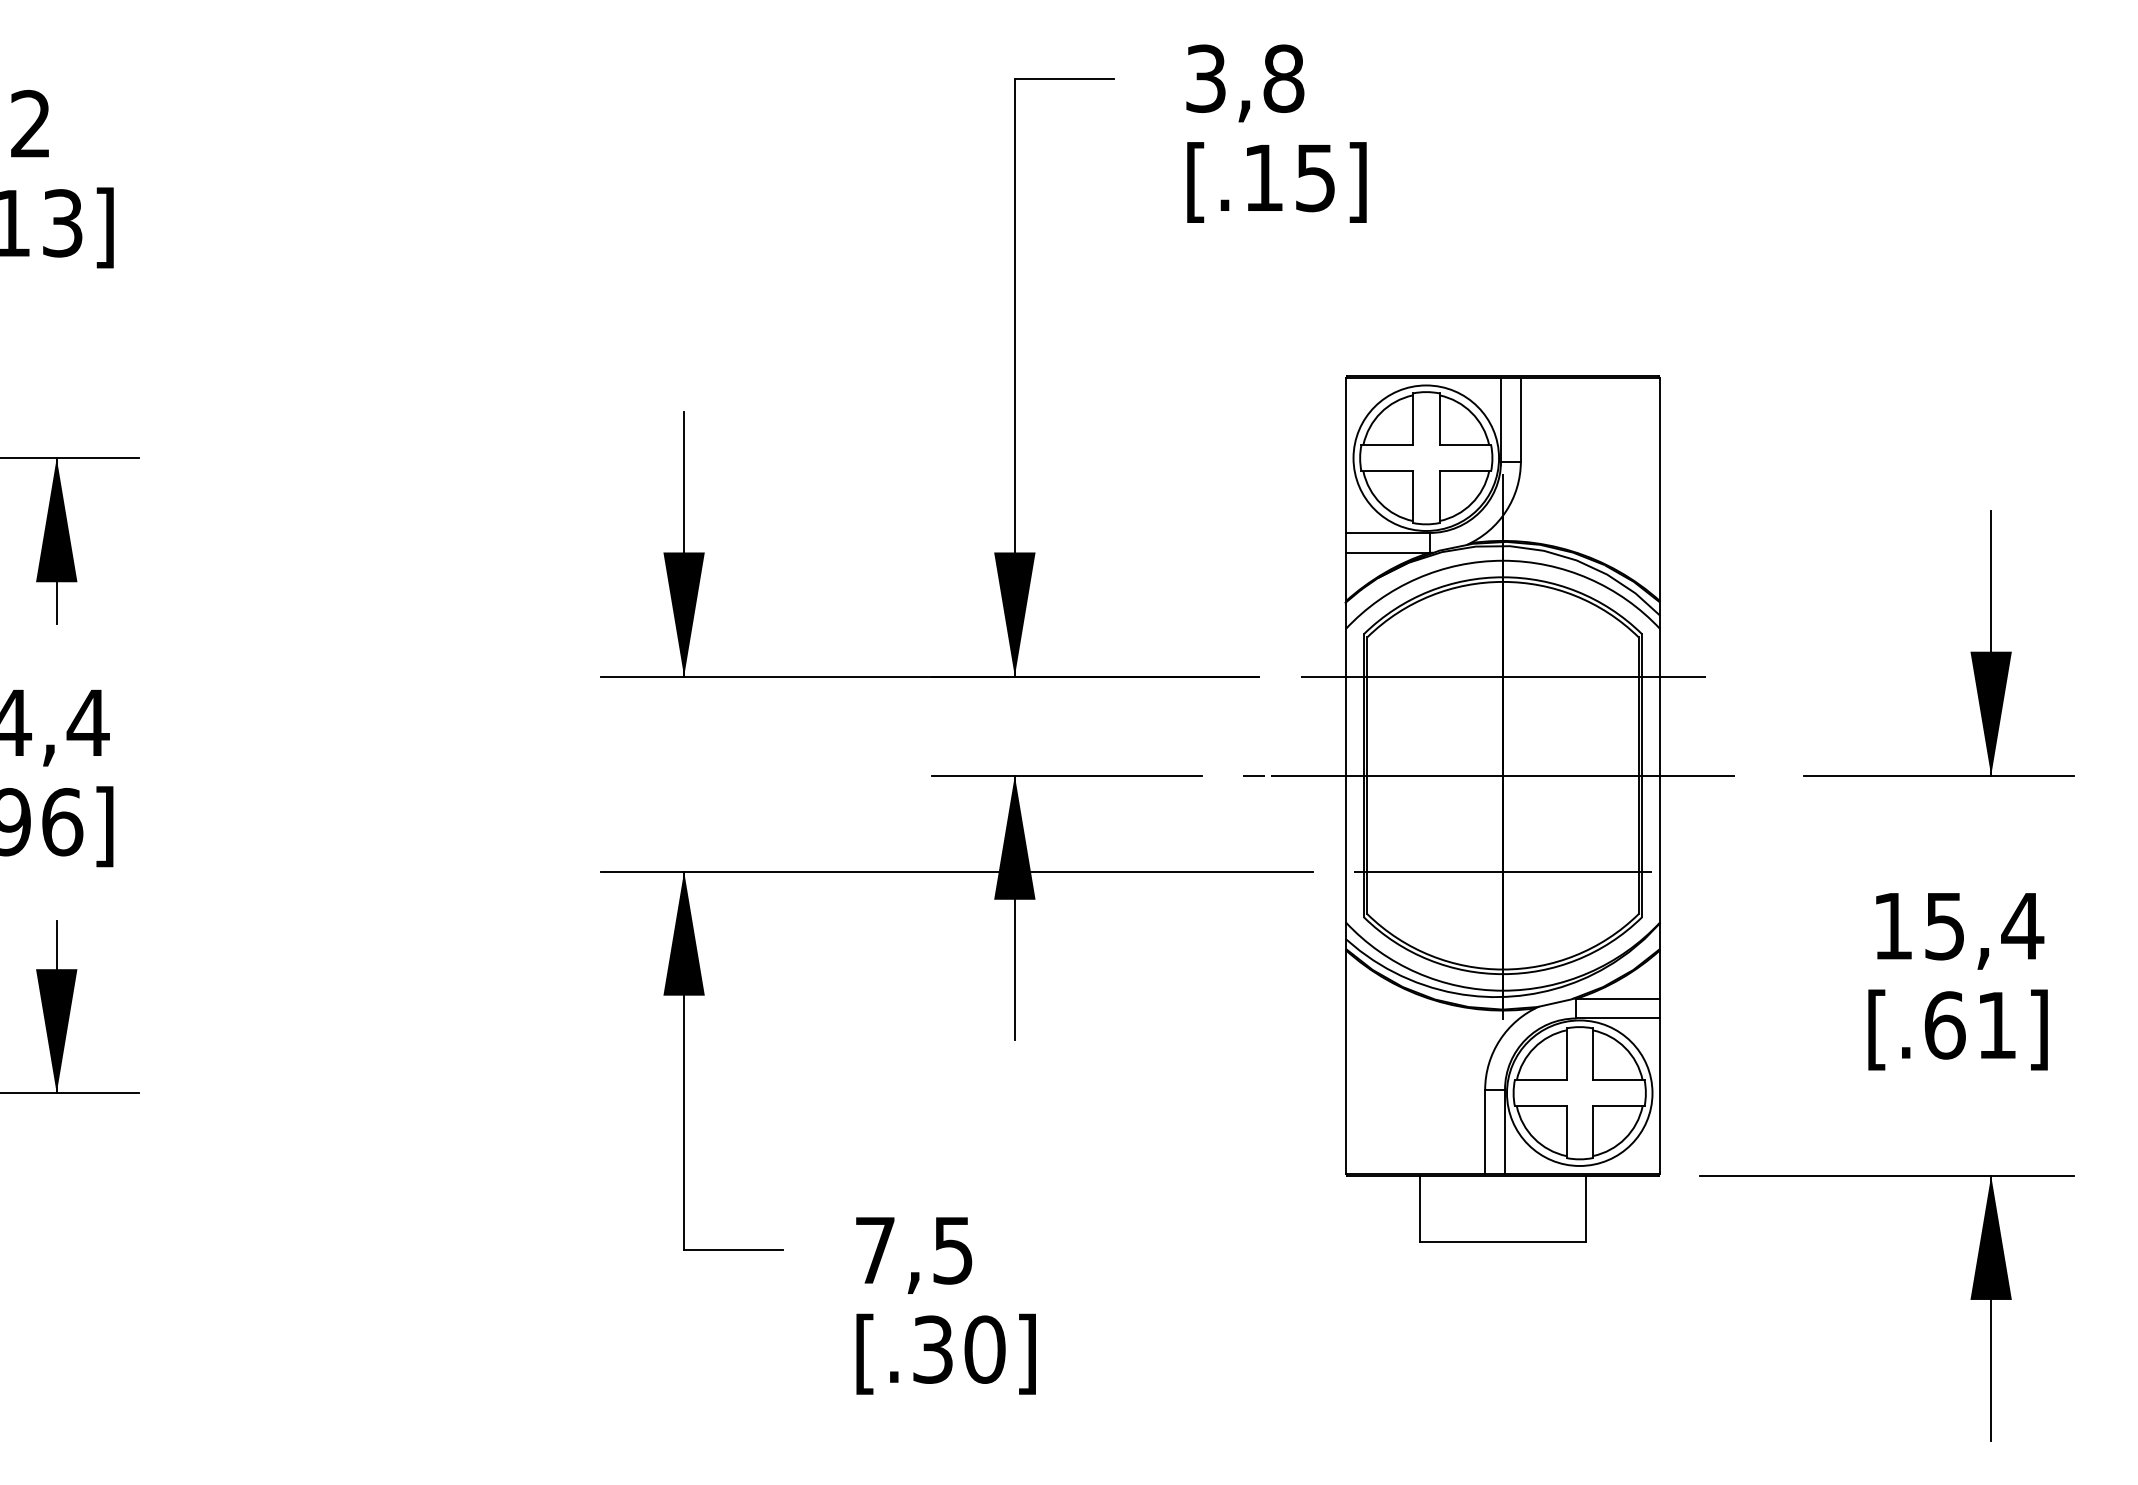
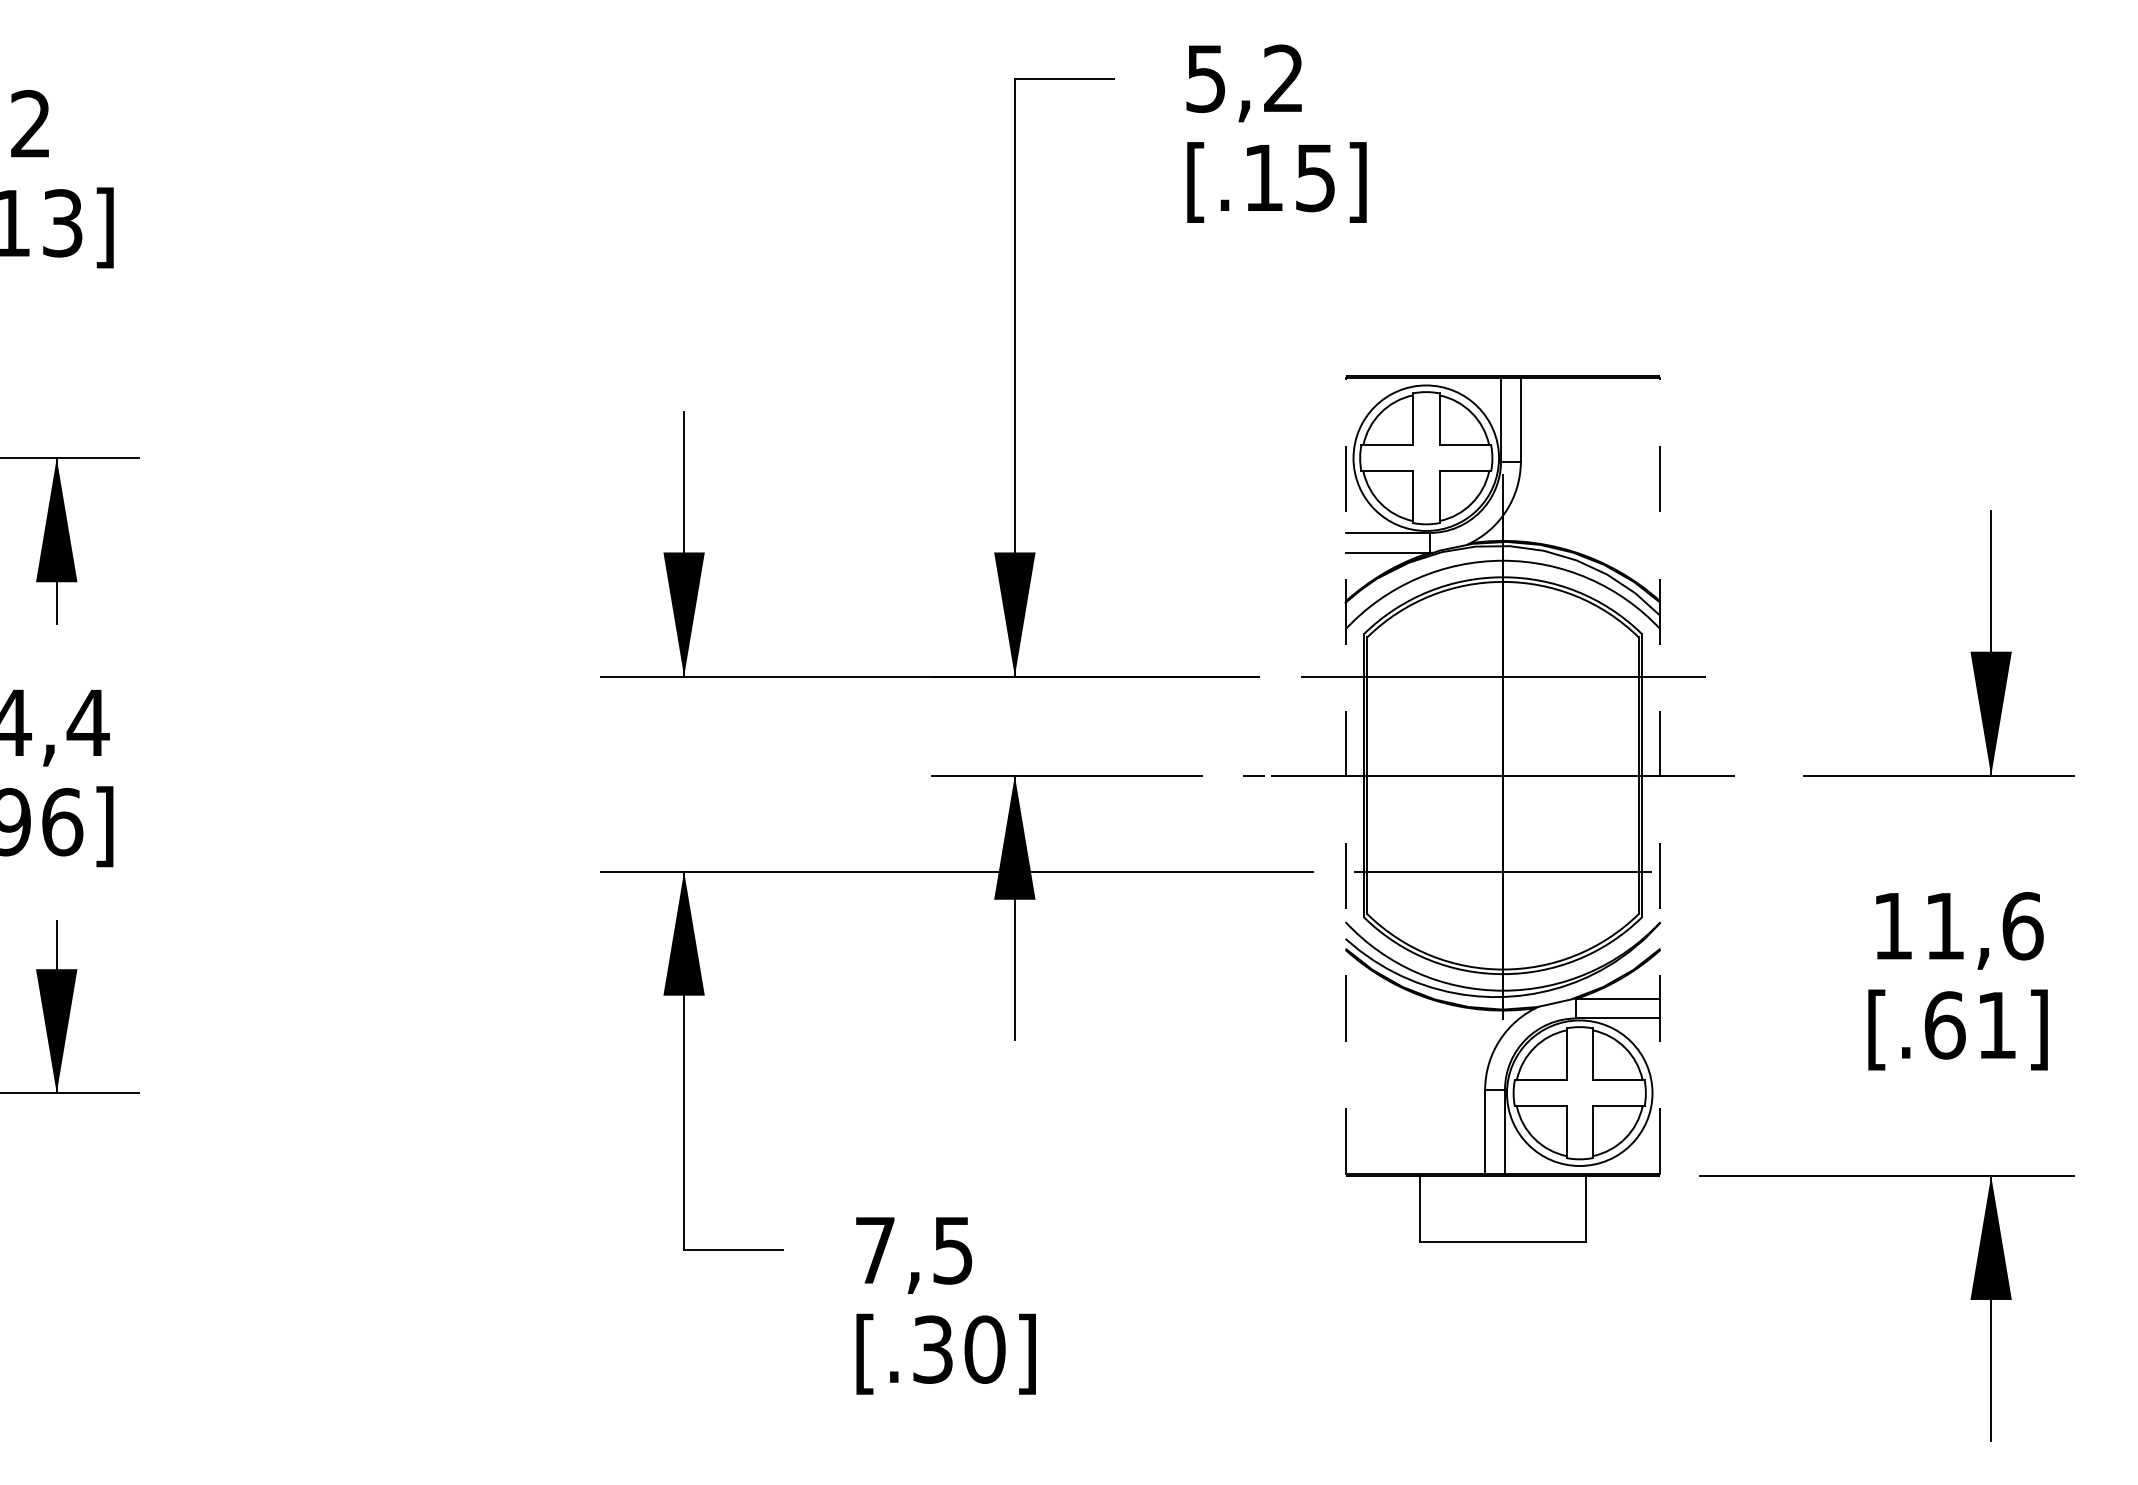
text at (1245, 78): 3,8 -> 5,2
line at (1345, 775): solid -> dashed
line at (1660, 775): solid -> dashed
text at (1984, 926): 15,4 -> 11,6
